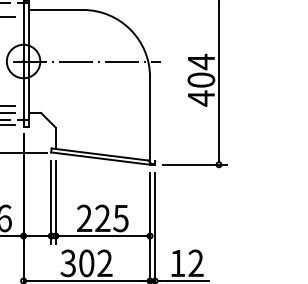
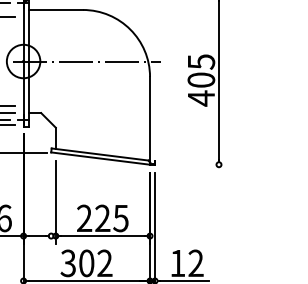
text at (201, 61): 404 -> 405
line at (195, 164): present -> none
line at (51, 202): present -> none
